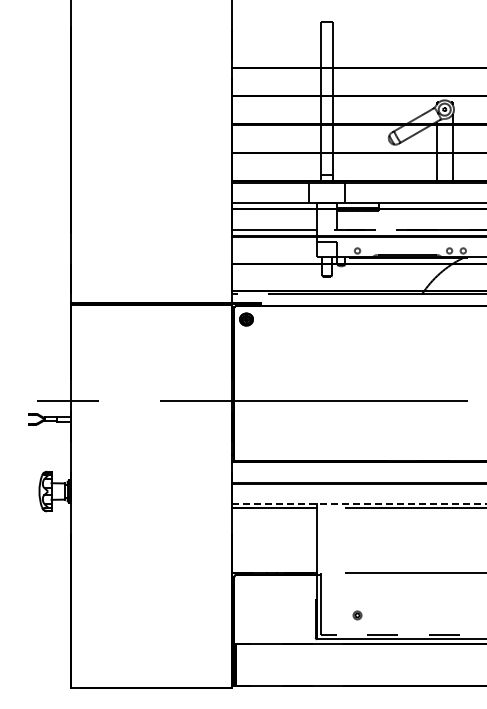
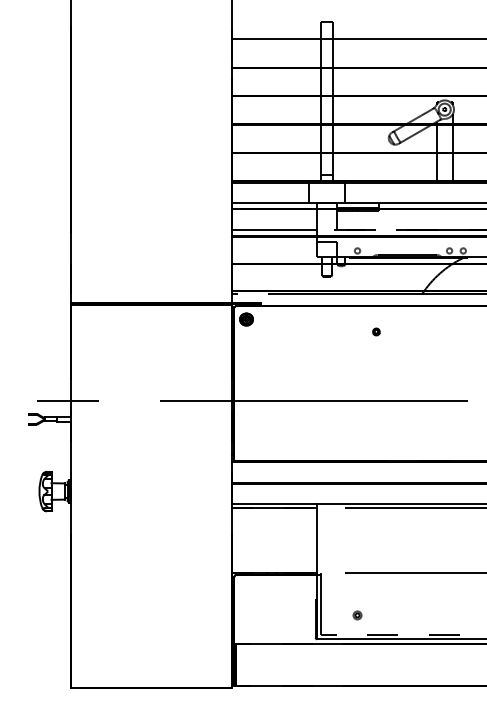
line at (357, 39): none -> present
part at (376, 331): none -> present
line at (359, 503): dashed -> solid
